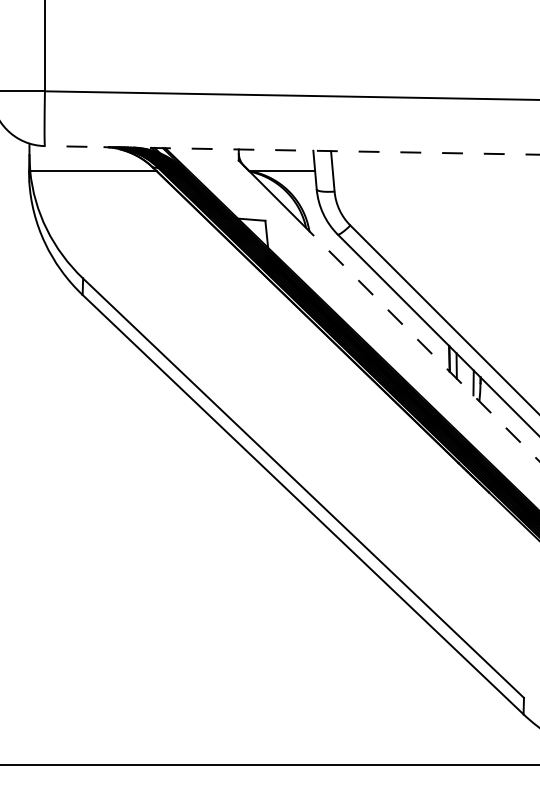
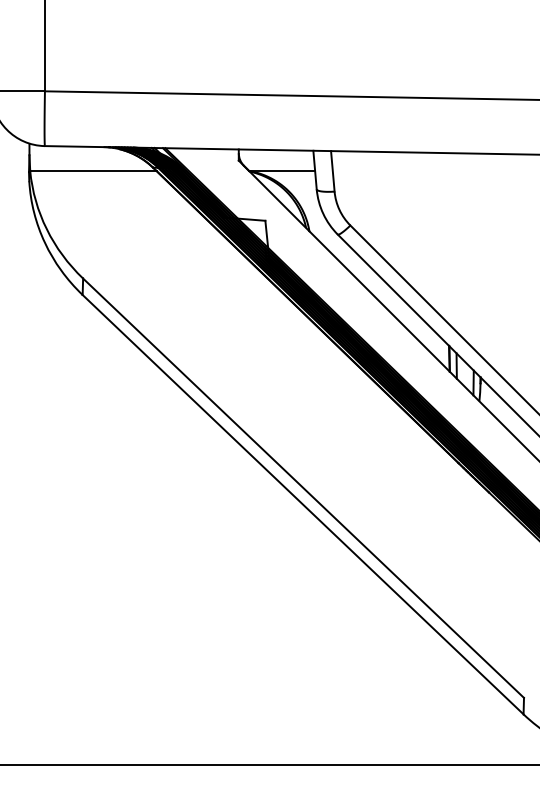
line at (291, 150): dashed -> solid
line at (424, 346): dashed -> solid
